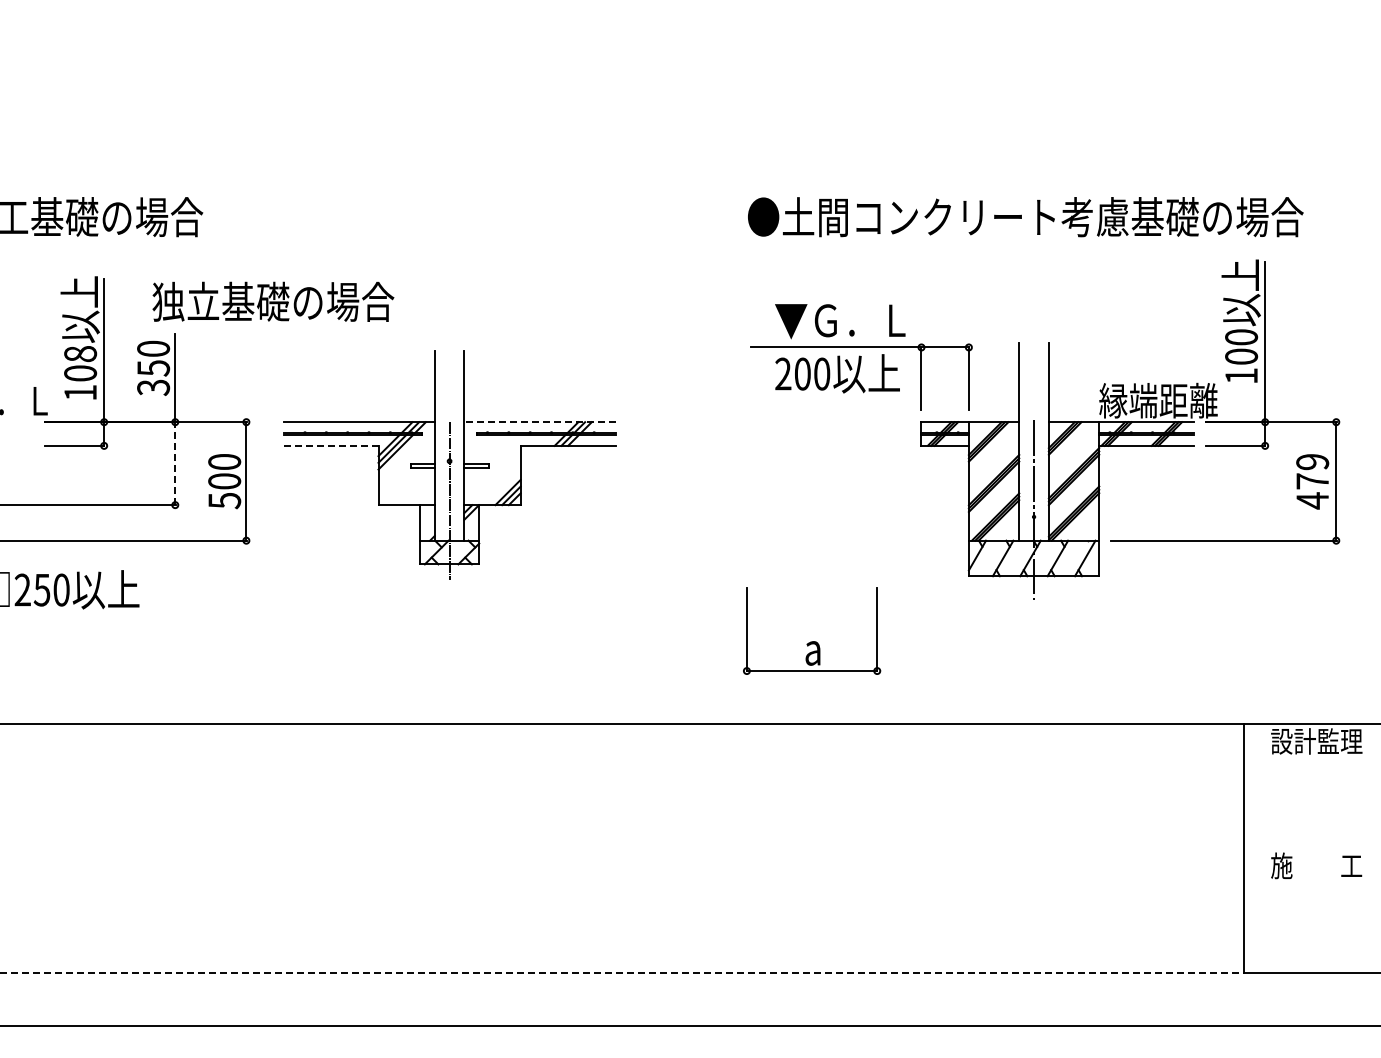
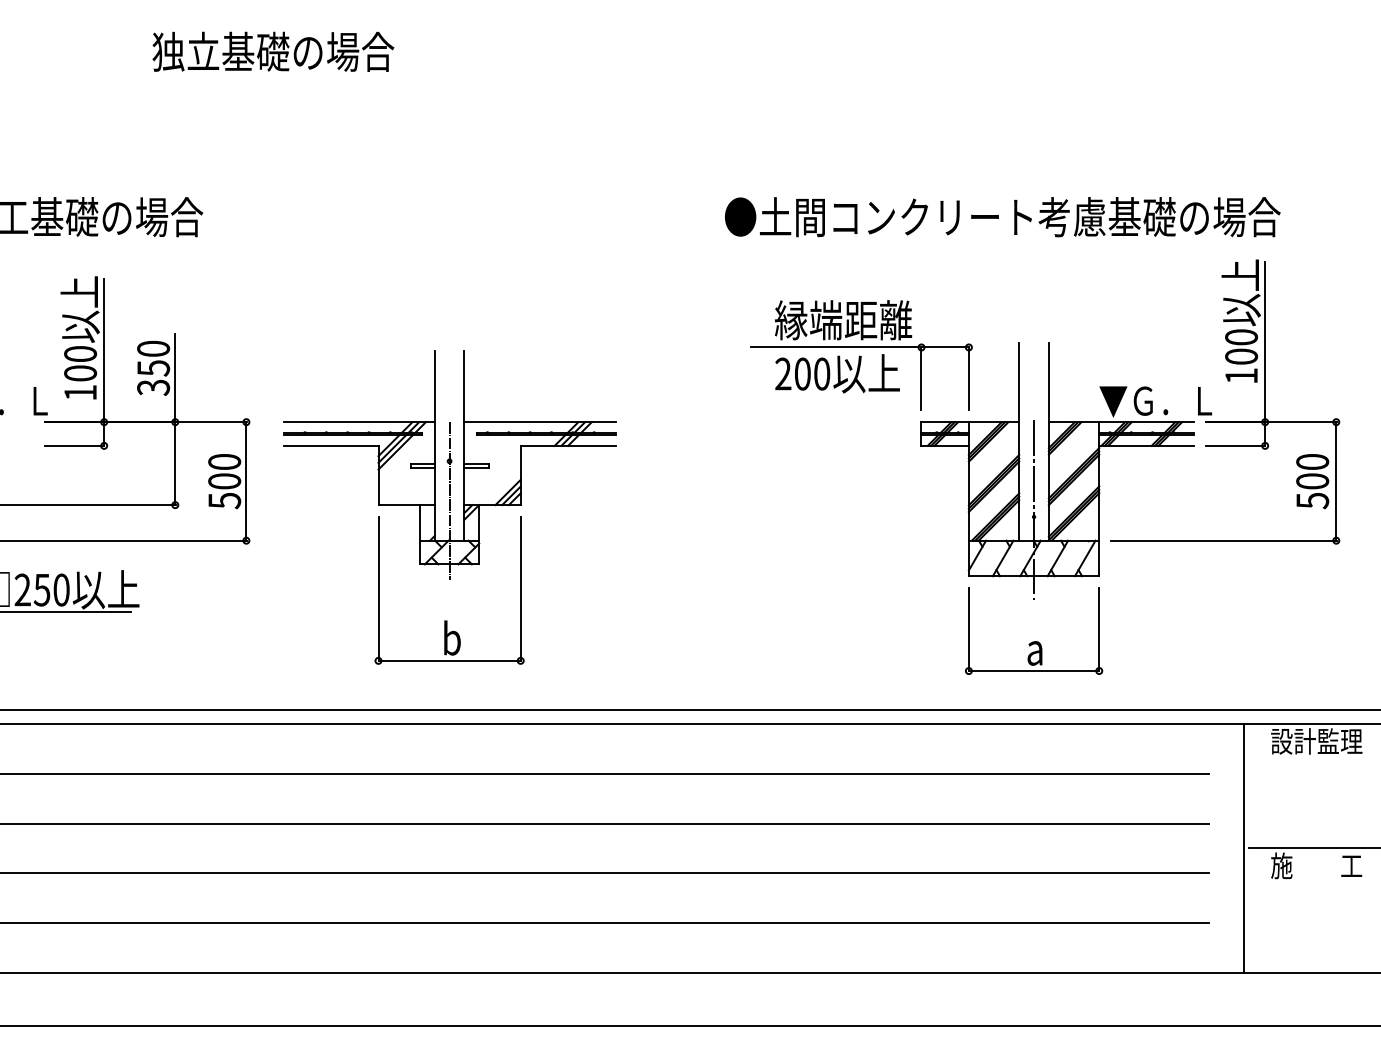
text at (1025, 217) position: (1025, 217) -> (1002, 217)
text at (273, 301) position: (273, 301) -> (273, 51)
text at (843, 320): ▼Ｇ．Ｌ -> 縁端距離
text at (80, 354): 108 -> 100
text at (1158, 400): 縁端距離 -> ▼Ｇ．Ｌ
line at (539, 422): dashed -> solid
line at (330, 445): dashed -> solid
line at (175, 463): dashed -> solid
text at (1312, 481): 479 -> 500
line at (66, 611): none -> present
part at (447, 620): none -> present
part at (812, 641) position: (812, 641) -> (1034, 641)
line at (689, 709): none -> present
line at (605, 773): none -> present
line at (605, 823): none -> present
line at (1313, 848): none -> present
line at (605, 873): none -> present
line at (605, 923): none -> present
line at (622, 972): dashed -> solid
